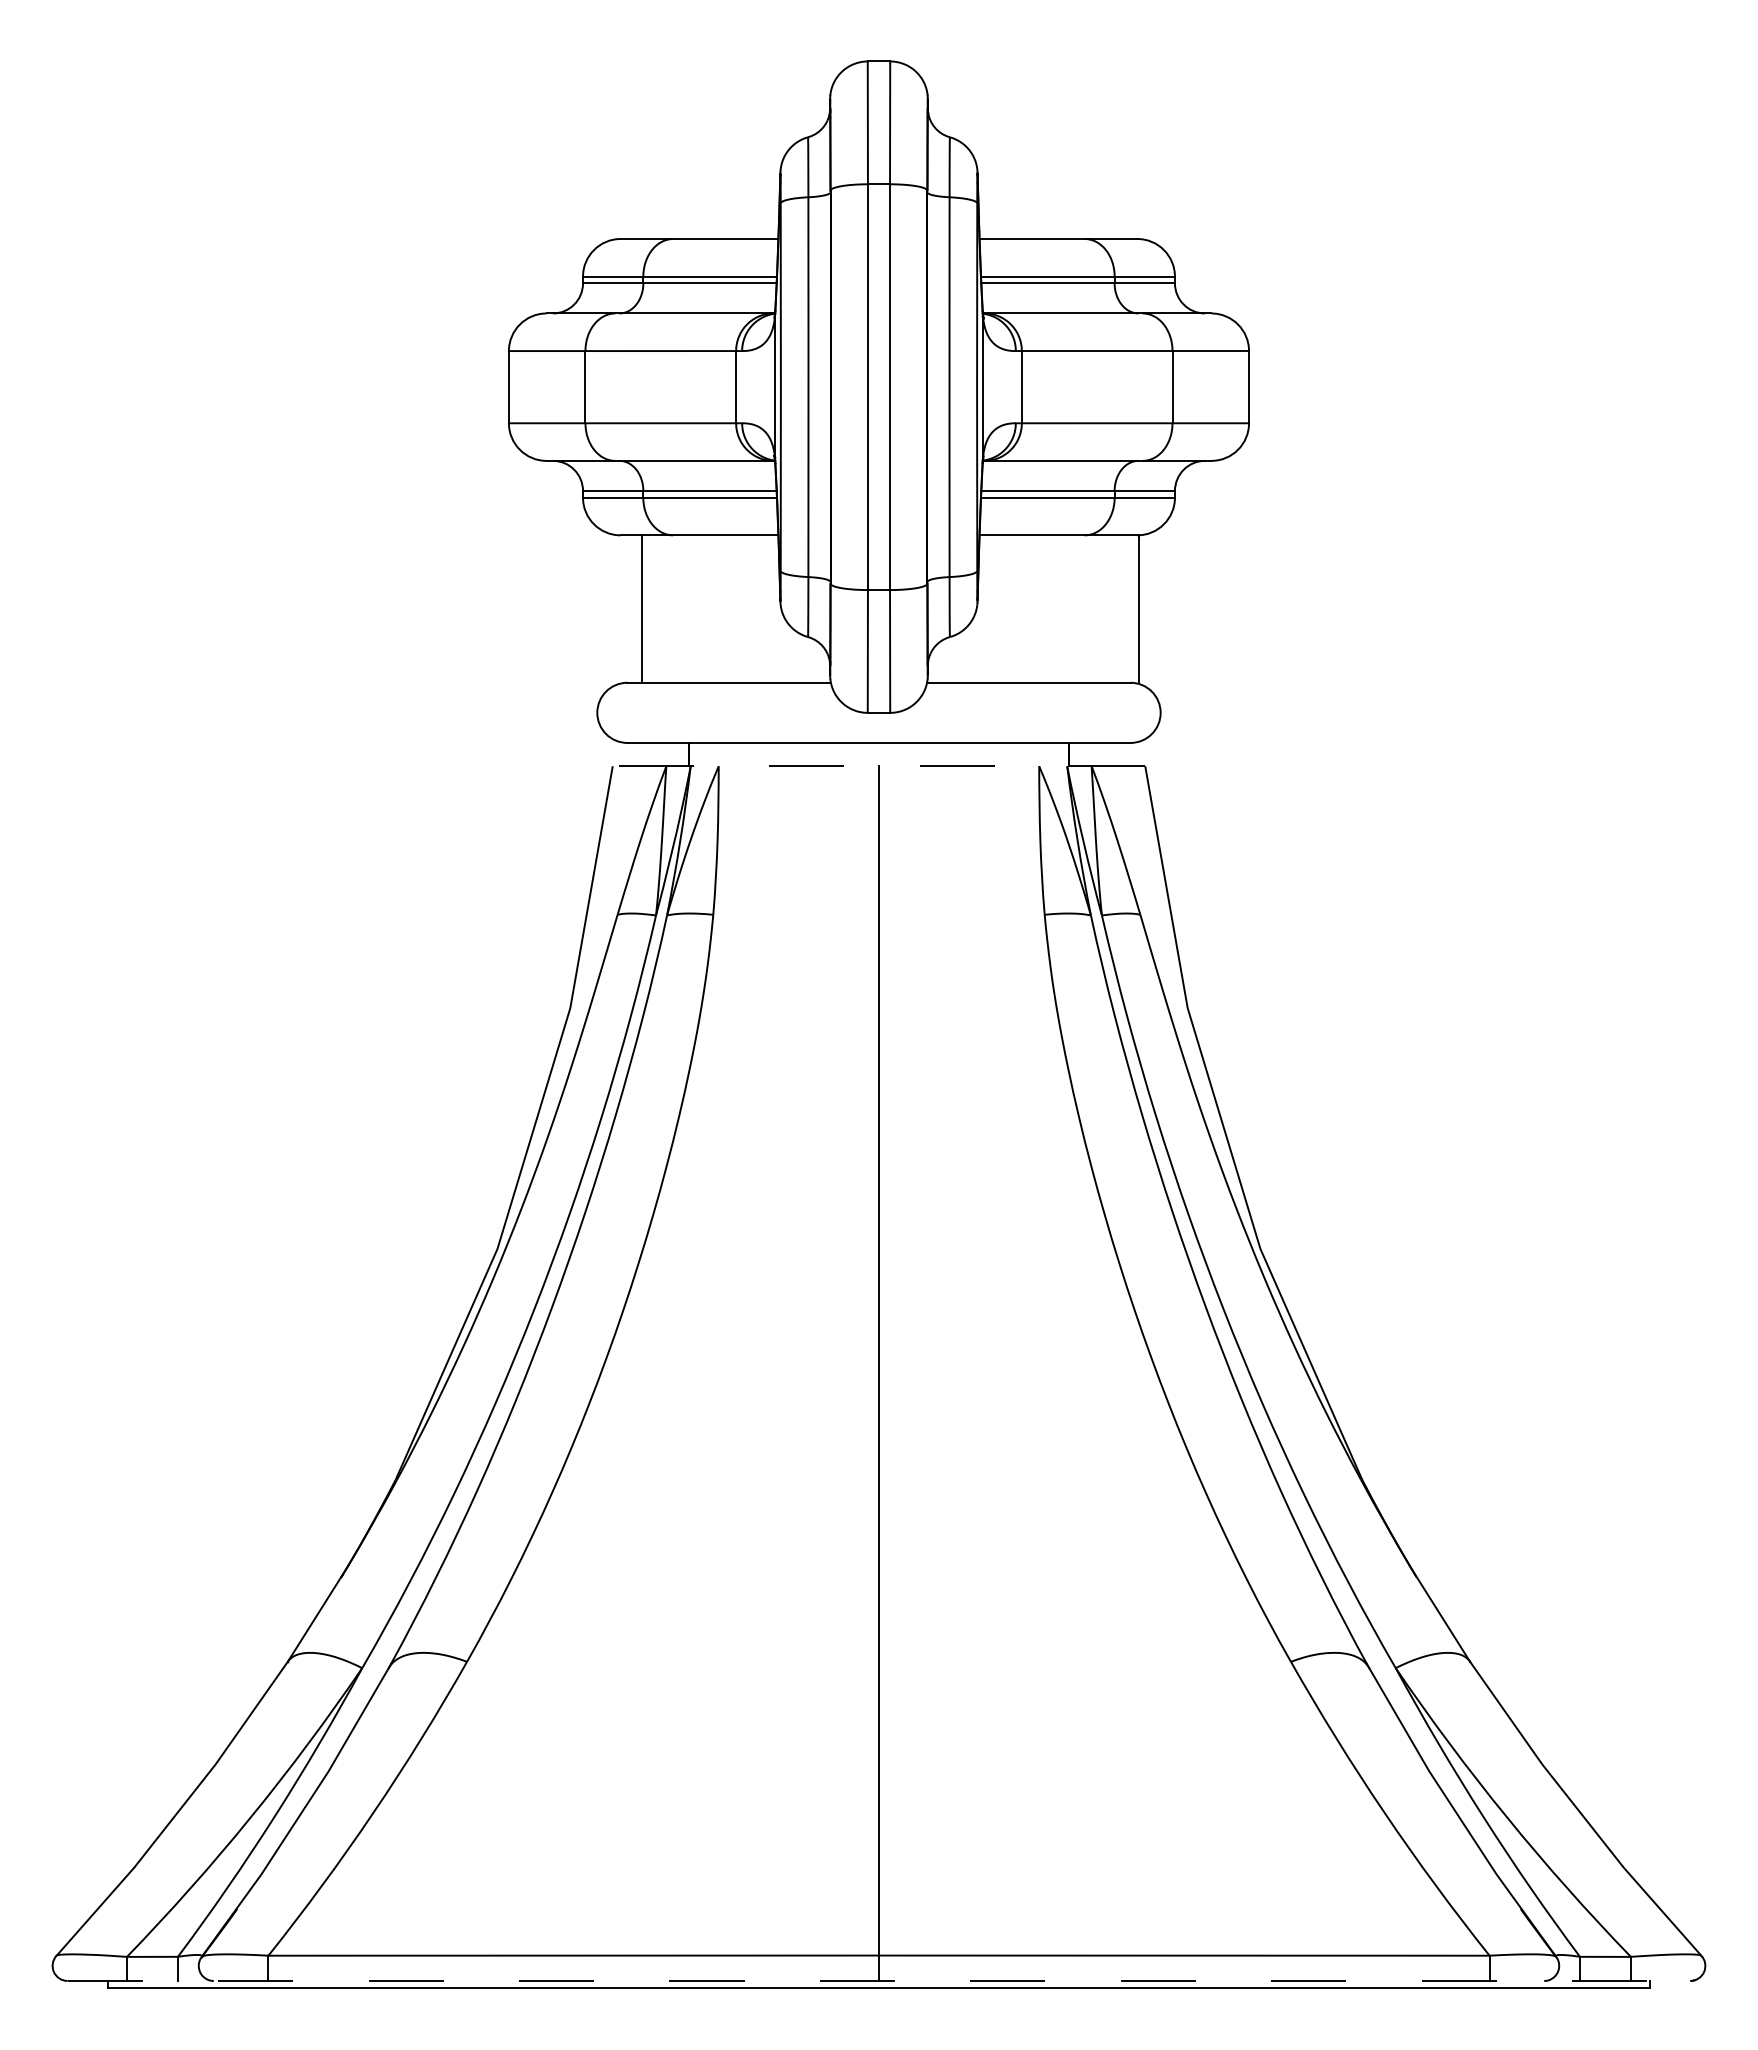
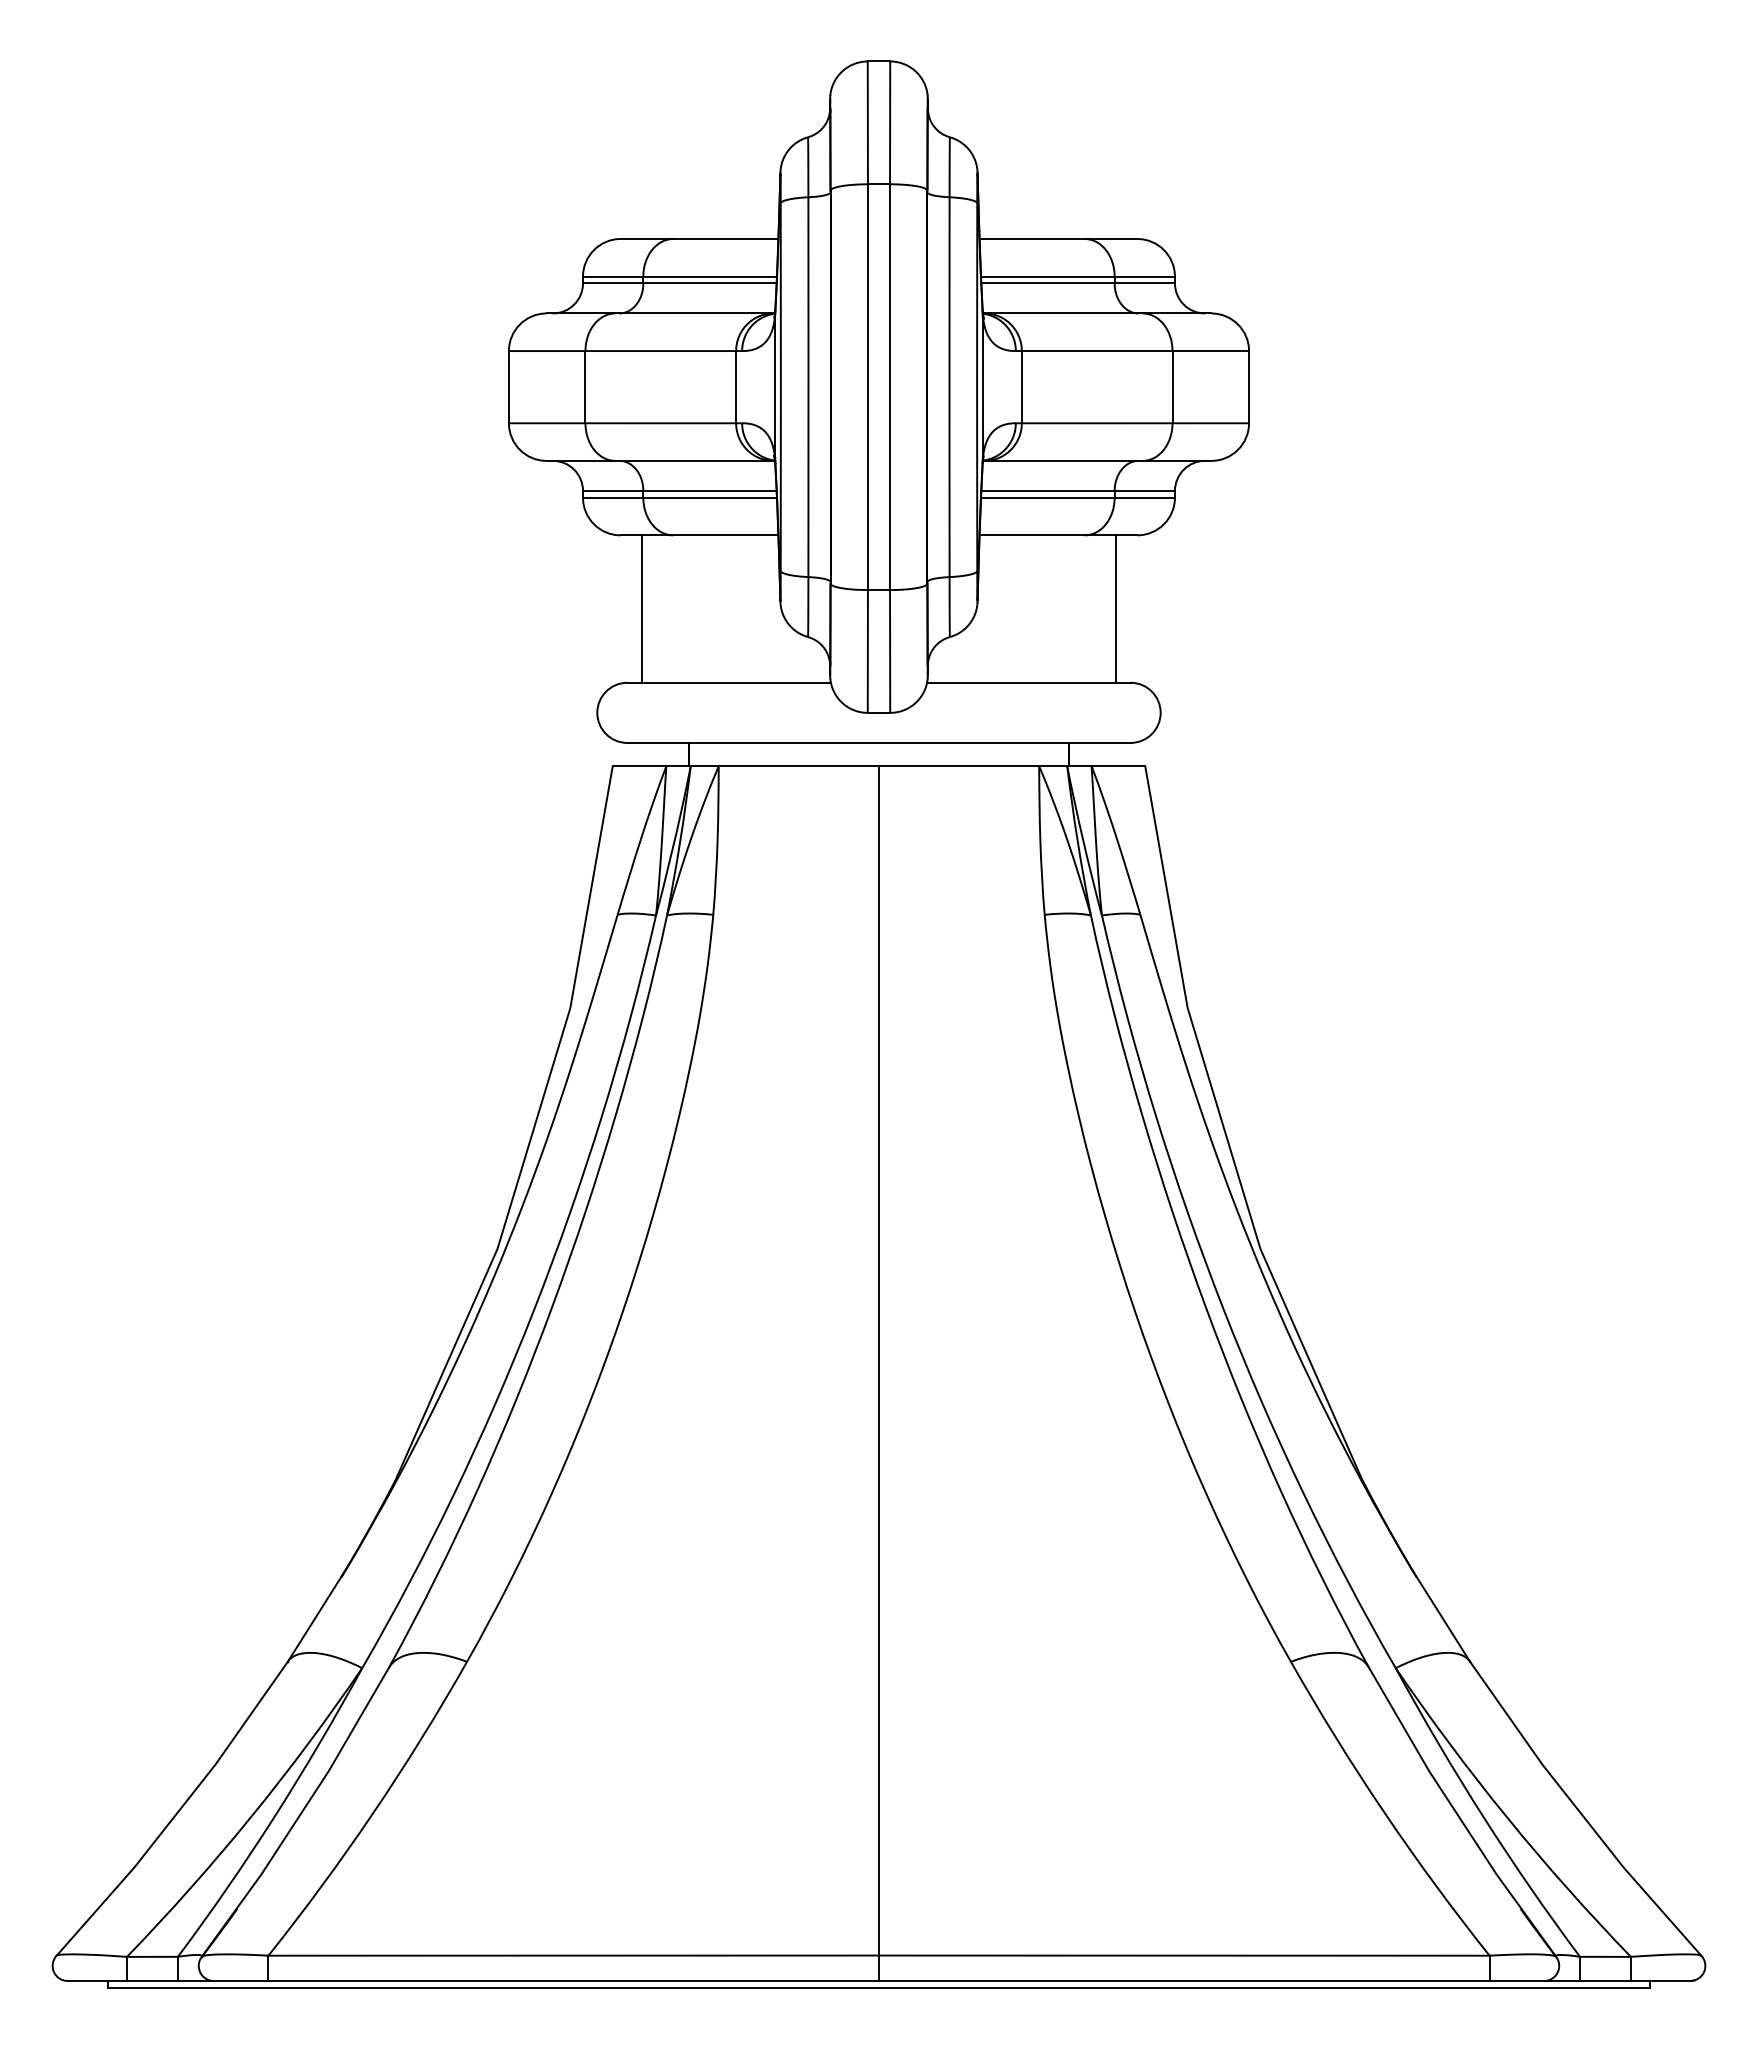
line at (1138, 608) position: (1138, 608) -> (1115, 608)
line at (878, 766): dashed -> solid
line at (879, 1980): dashed -> solid
